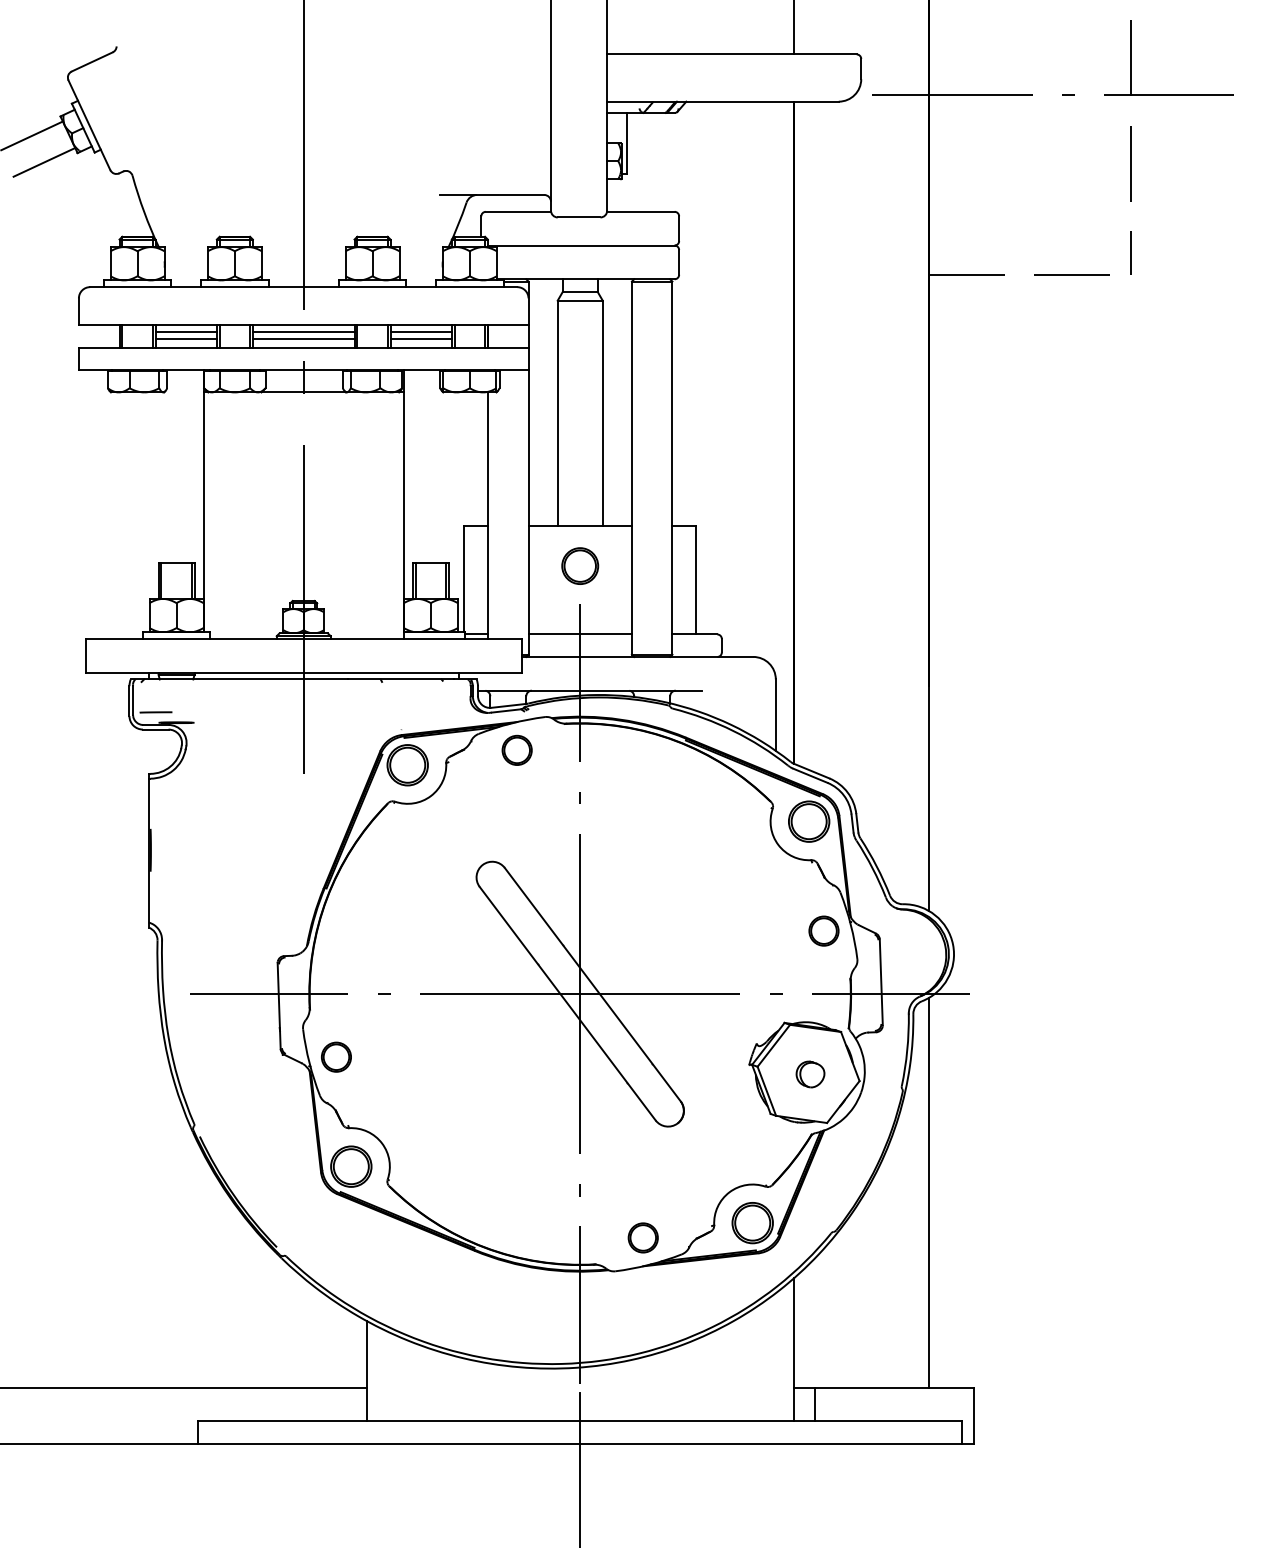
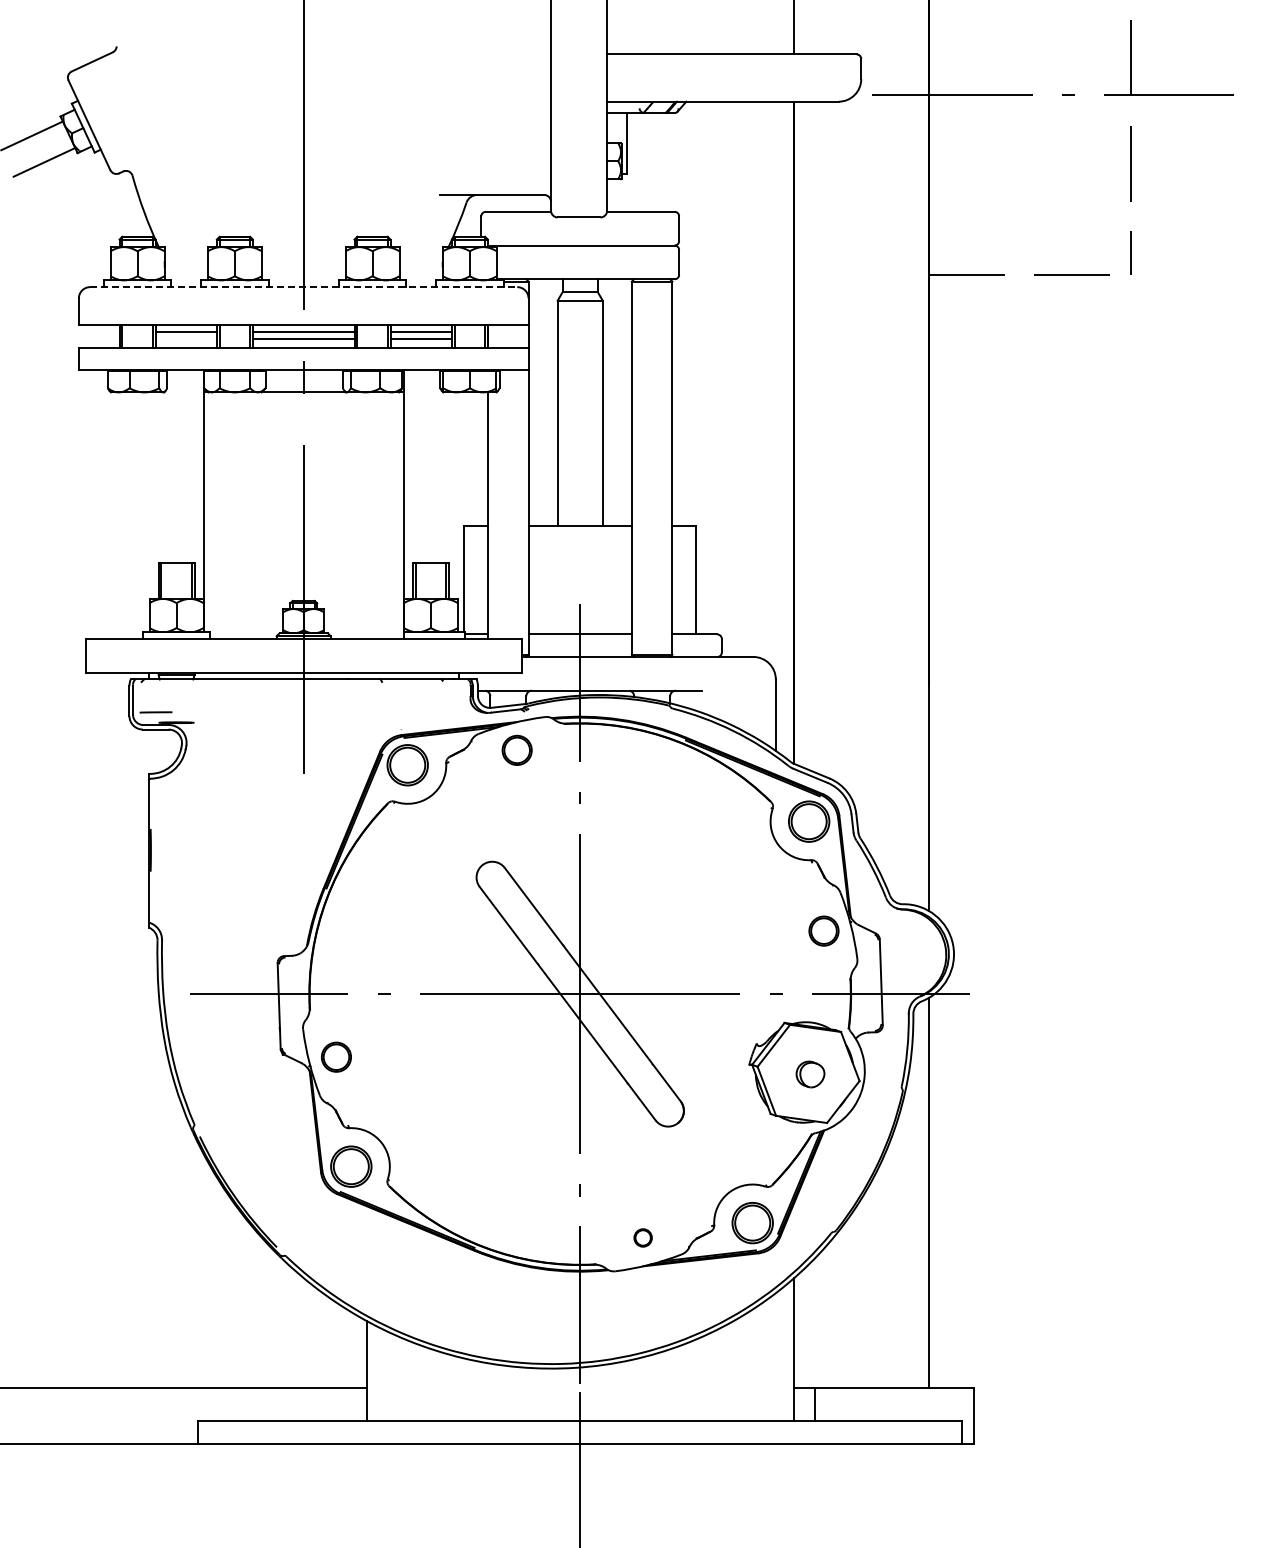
line at (303, 287): solid -> dashed
line at (185, 338): present -> none
part at (580, 565): present -> none
part at (642, 1237) size: 32x32 px -> 20x20 px
